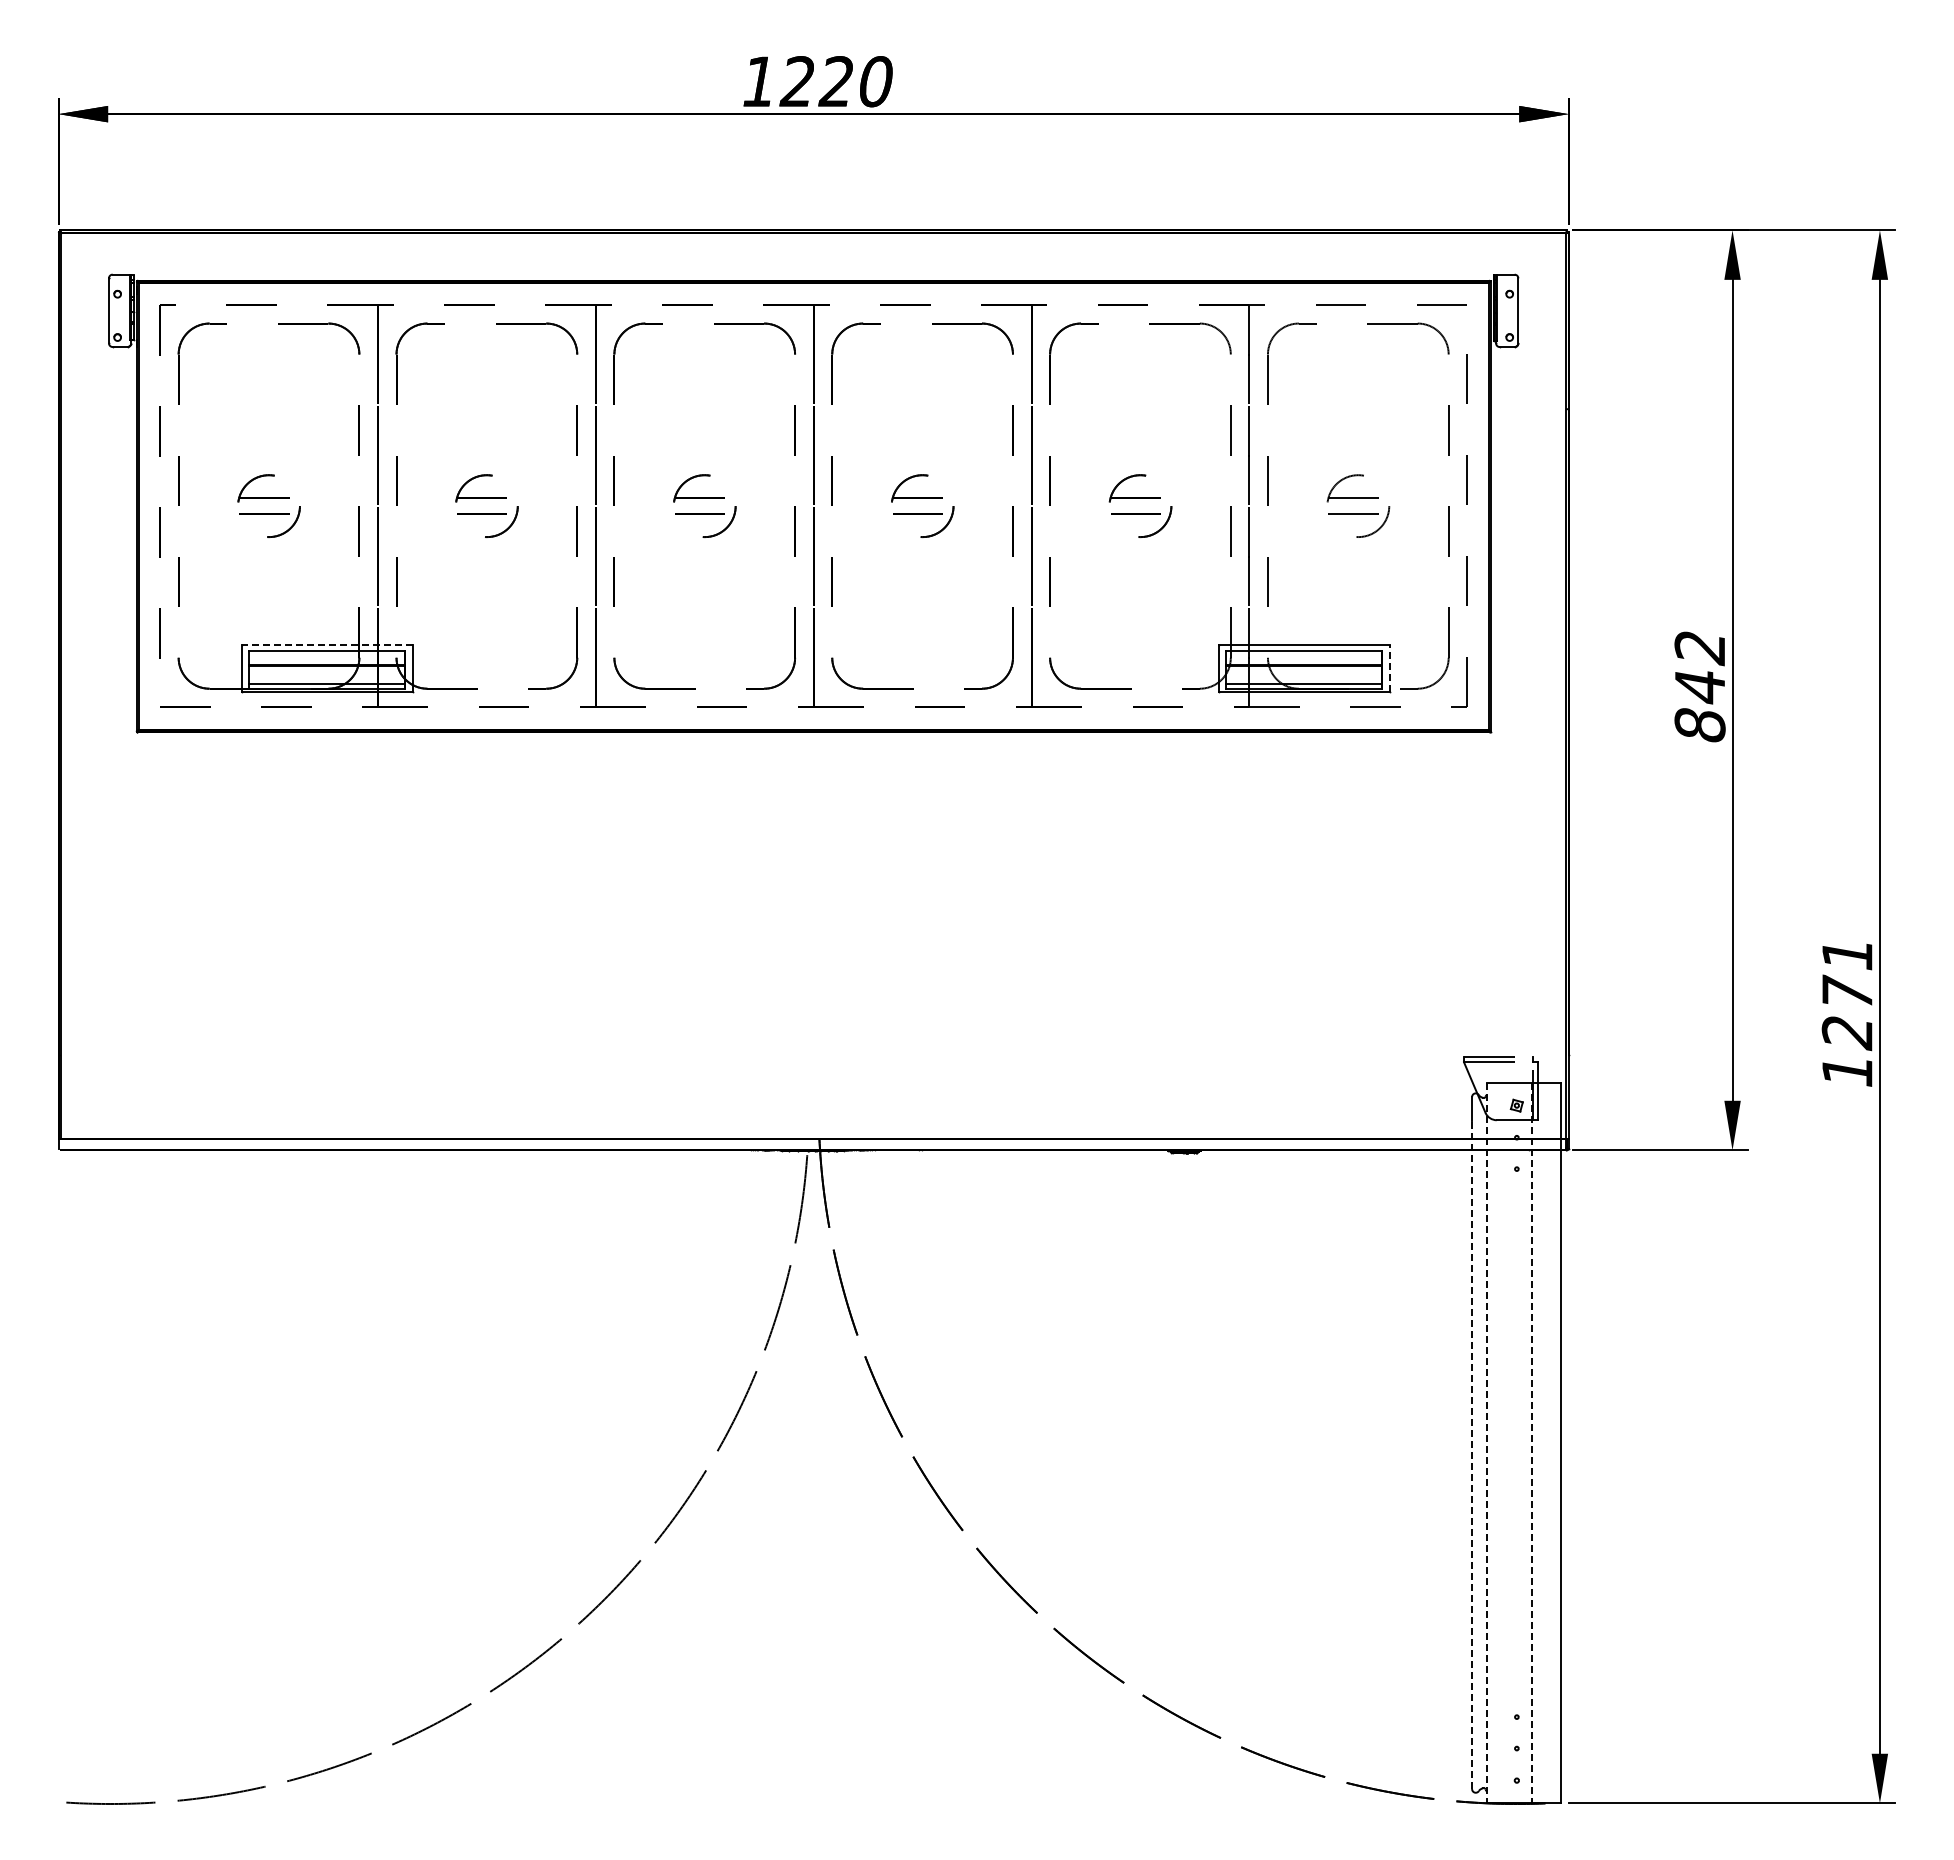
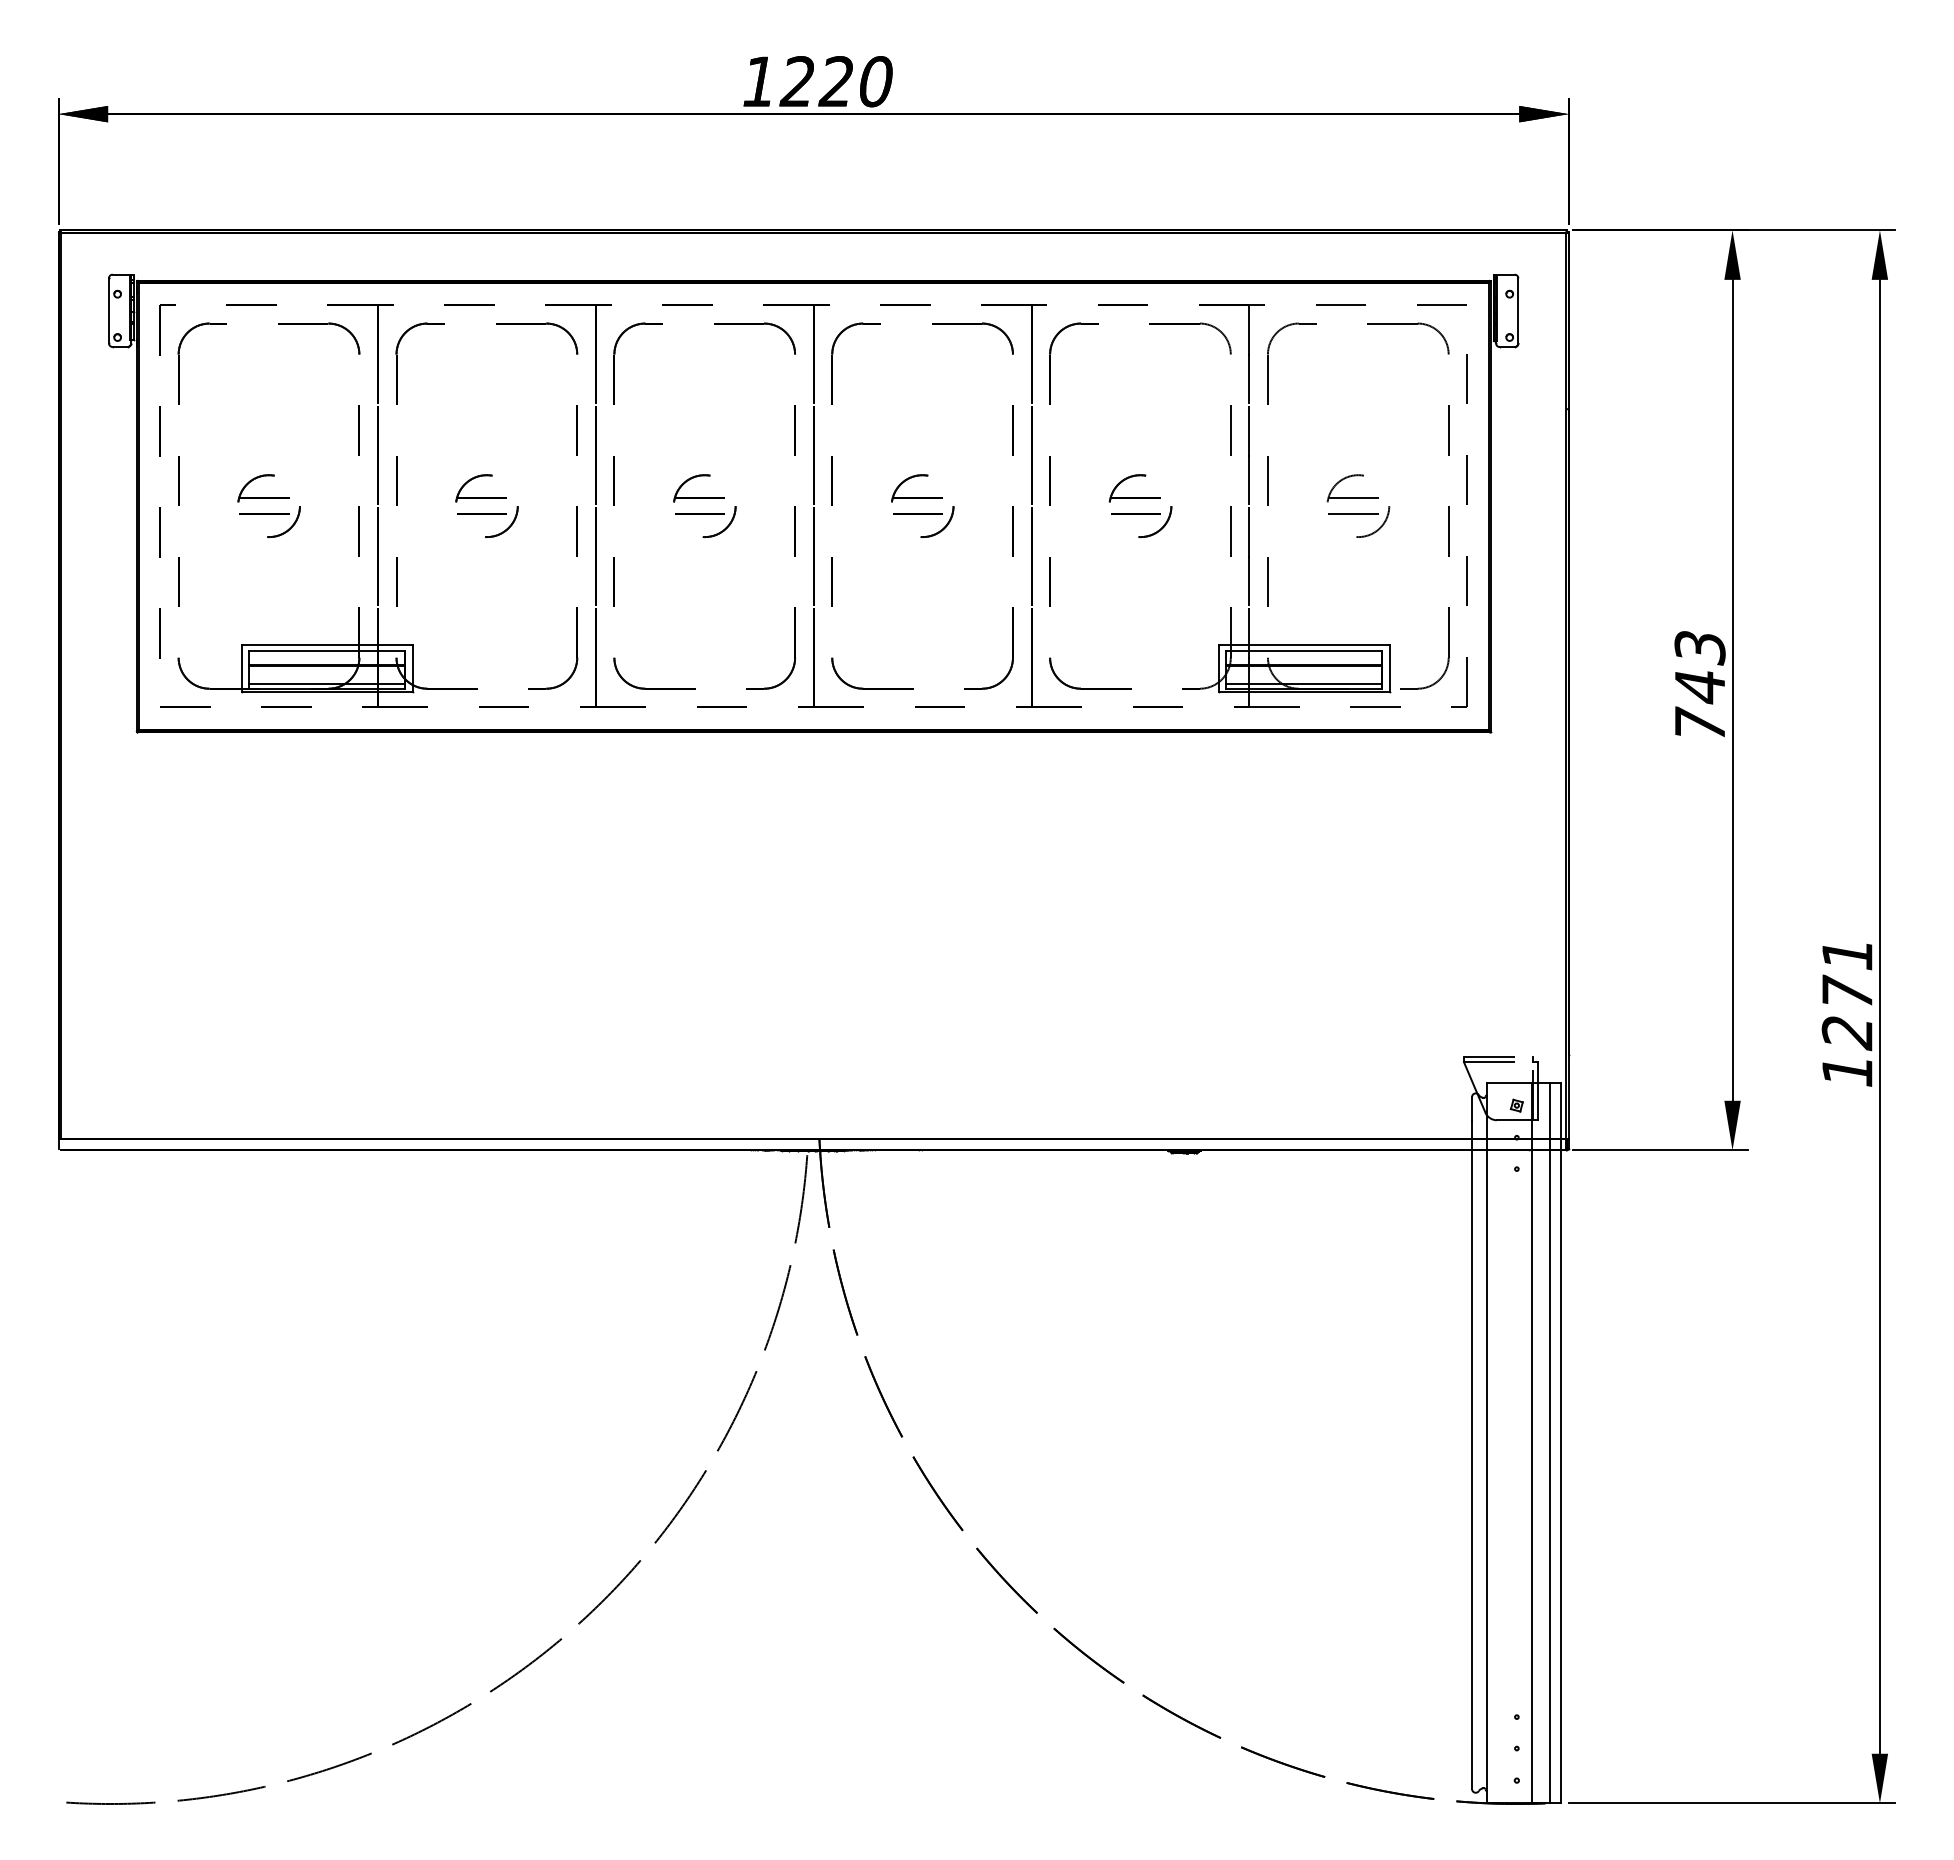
line at (326, 644): dashed -> solid
line at (1389, 668): dashed -> solid
text at (1699, 686): 842 -> 743
line at (1549, 1442): none -> present
line at (1486, 1443): dashed -> solid
line at (1531, 1443): dashed -> solid
line at (1472, 1454): dashed -> solid
